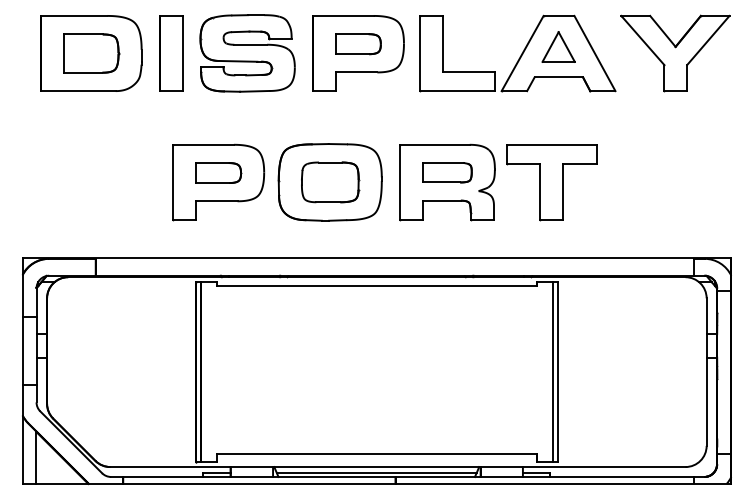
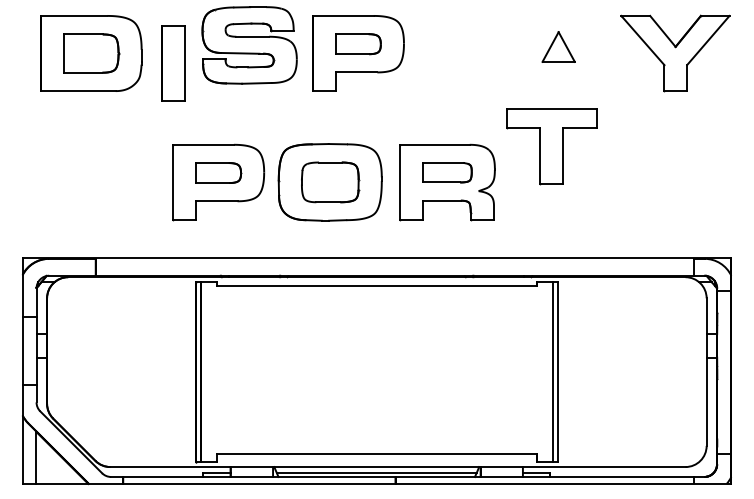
part at (171, 53) position: (171, 53) -> (173, 63)
part at (247, 53) position: (247, 53) -> (249, 45)
part at (517, 53): present -> none
part at (551, 182) position: (551, 182) -> (551, 146)
